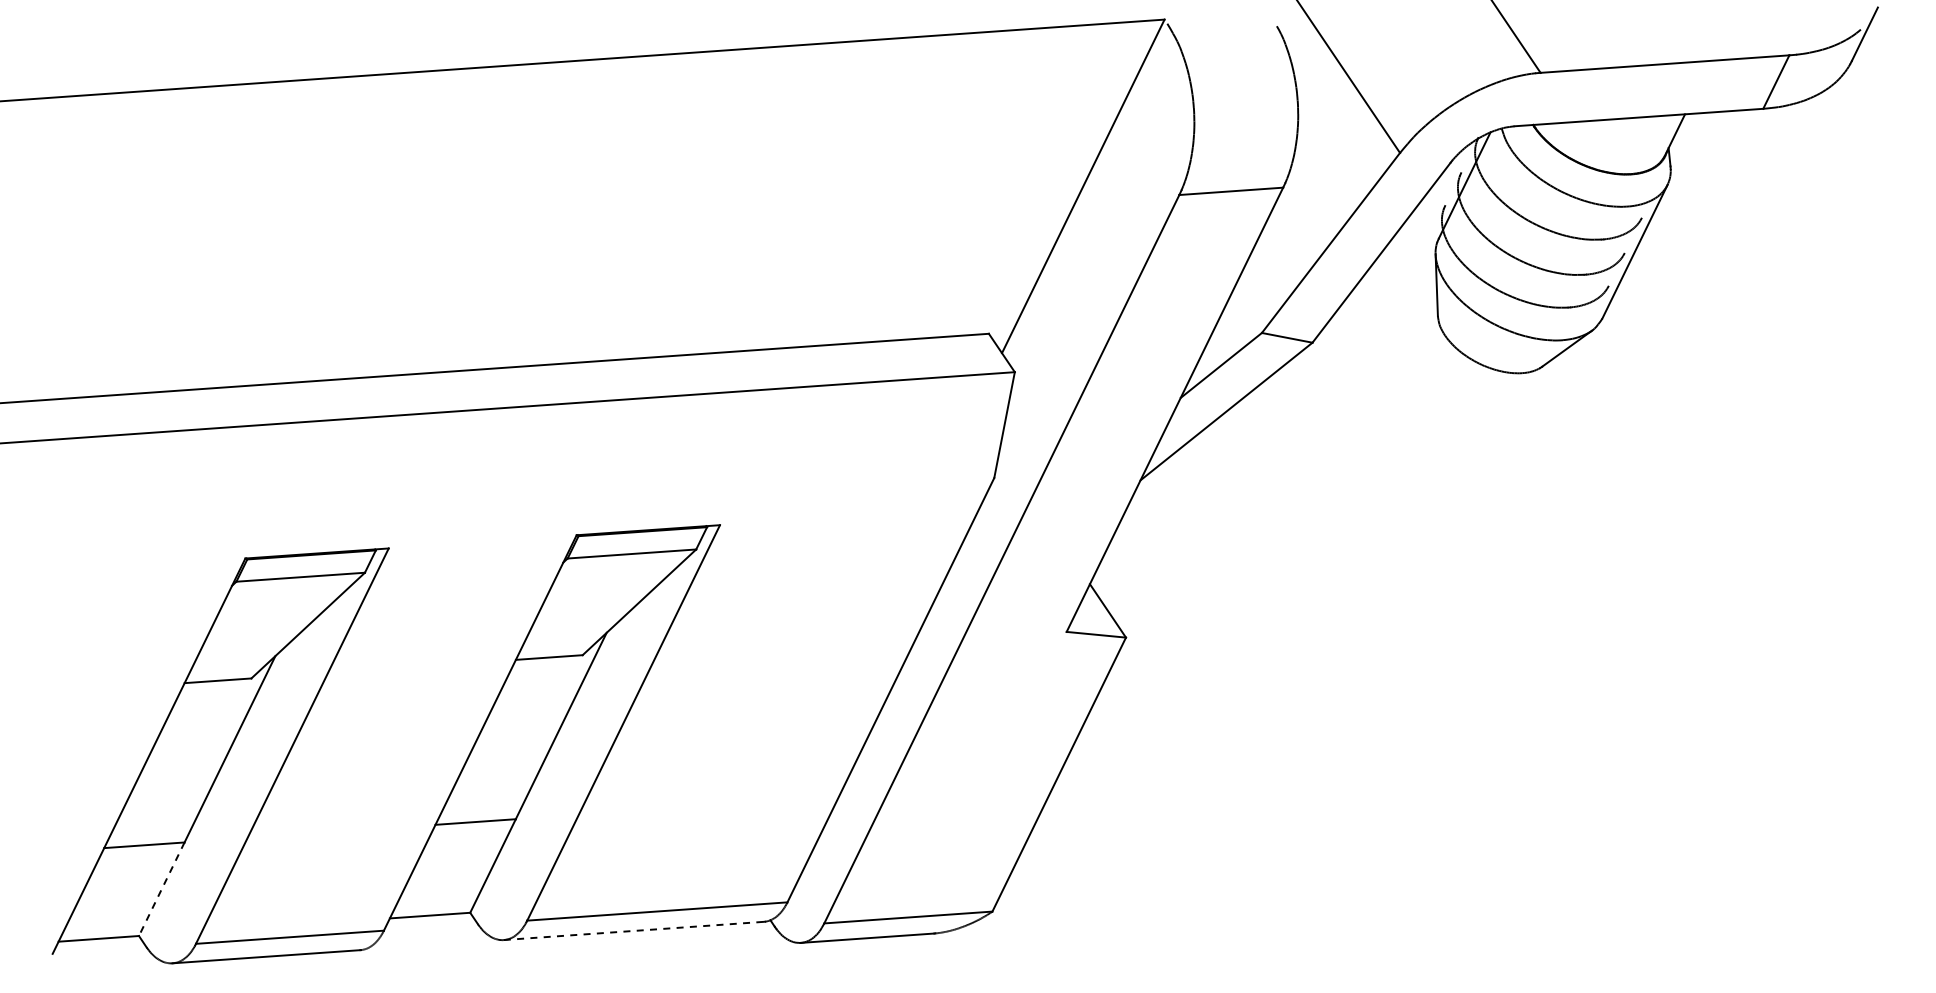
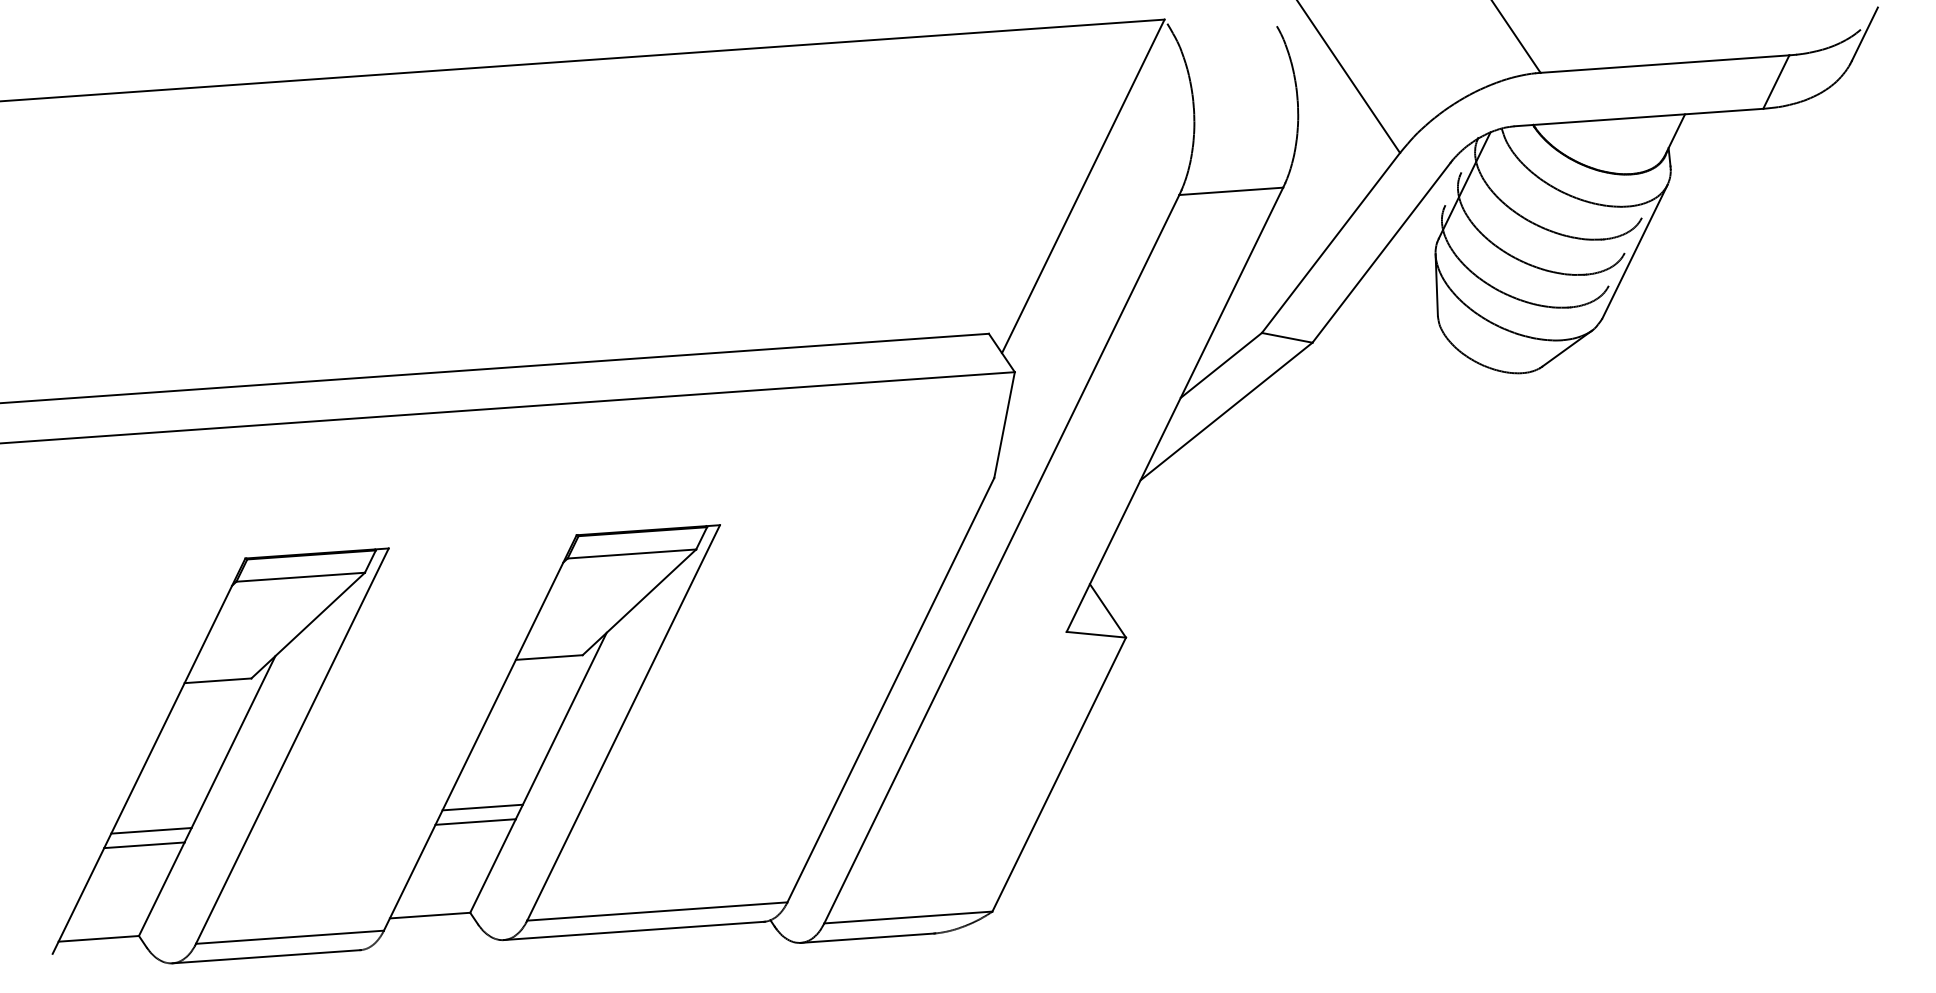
line at (482, 807): none -> present
line at (151, 830): none -> present
line at (161, 889): dashed -> solid
line at (634, 930): dashed -> solid
